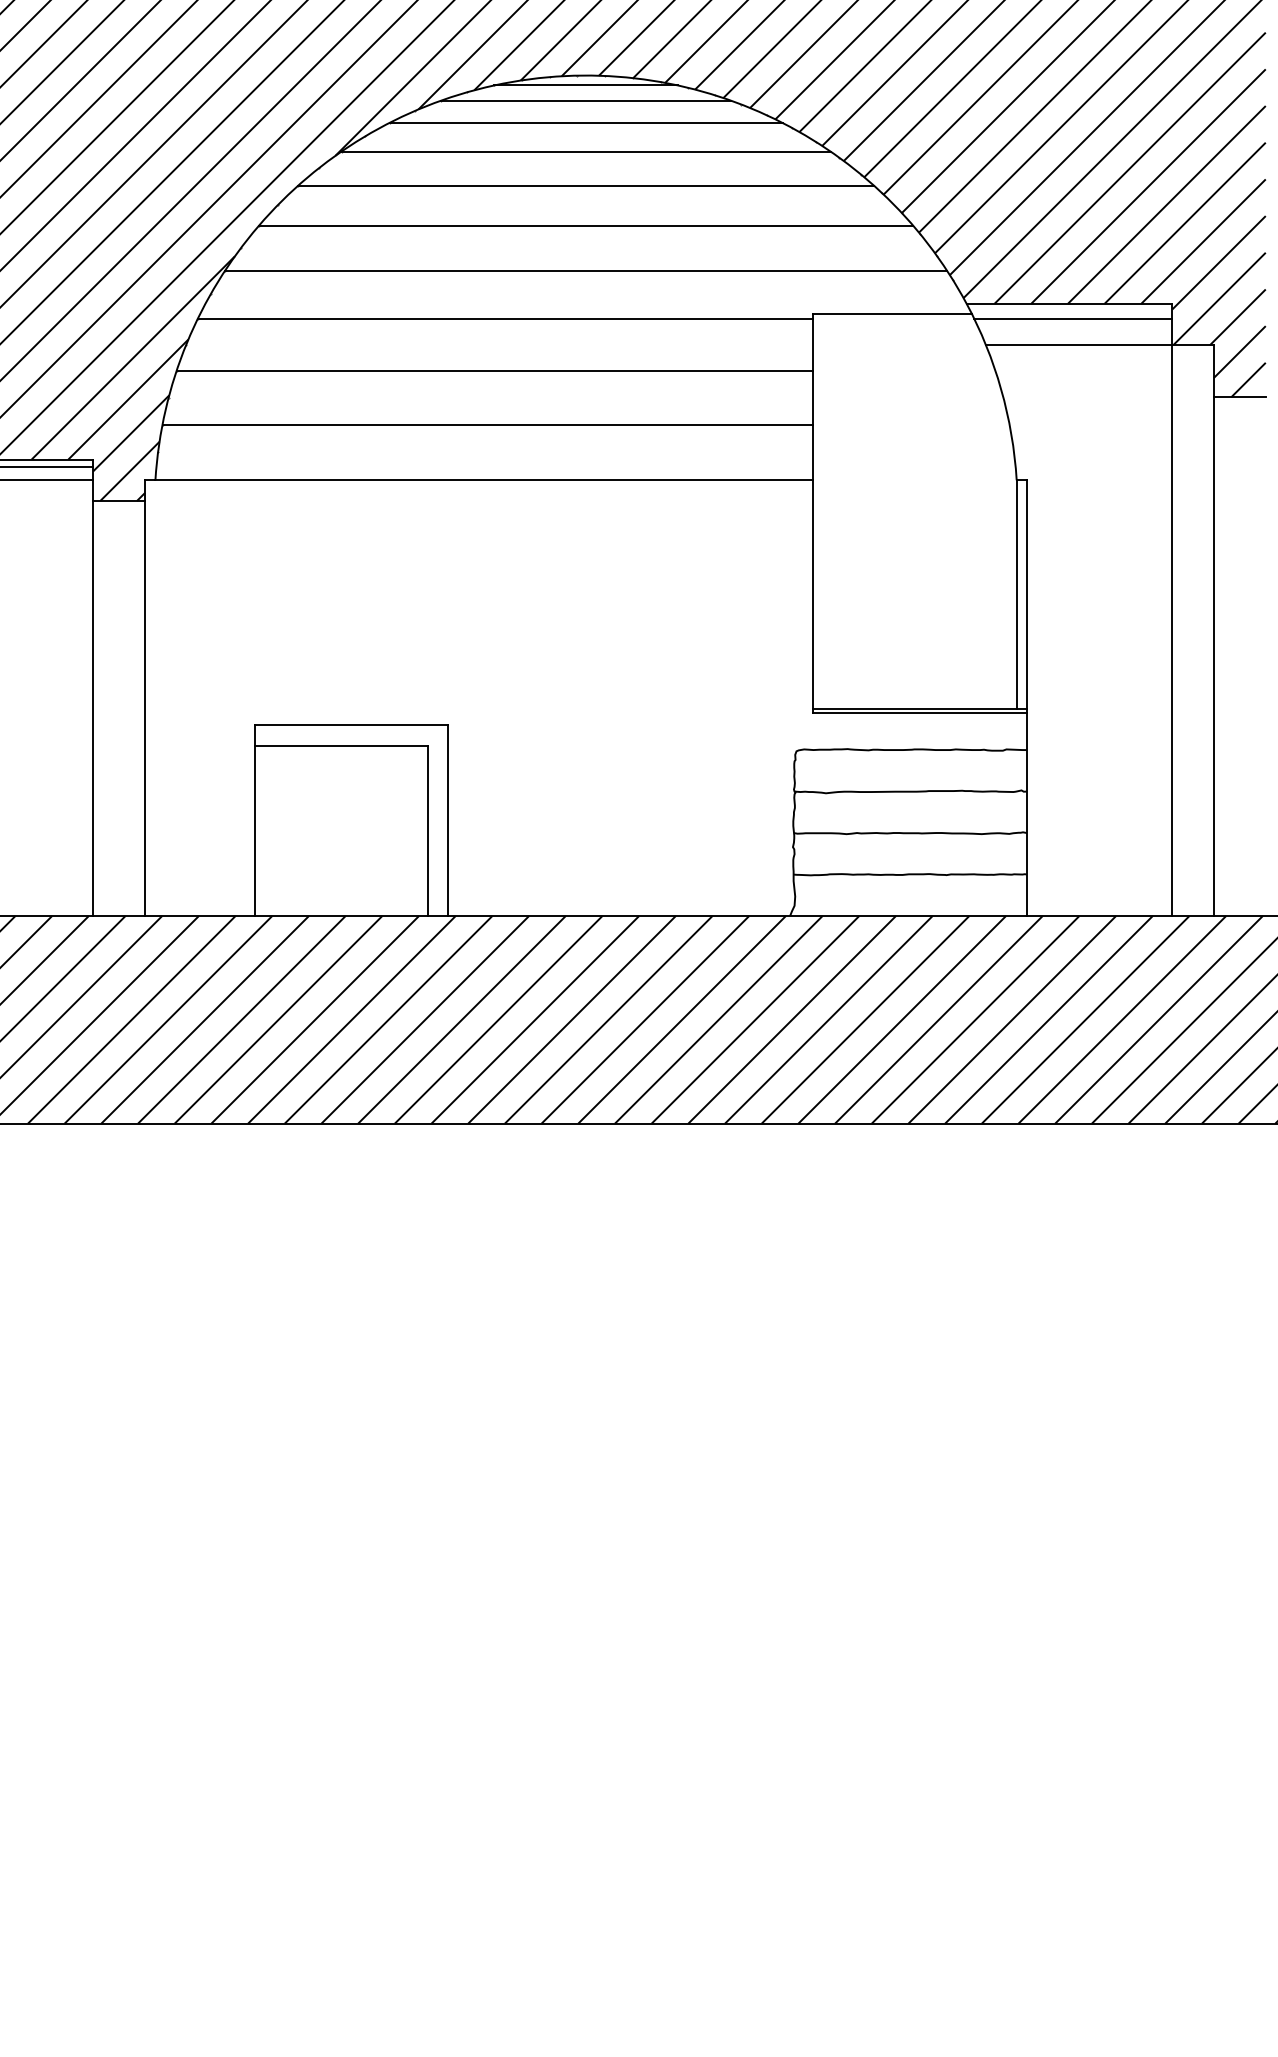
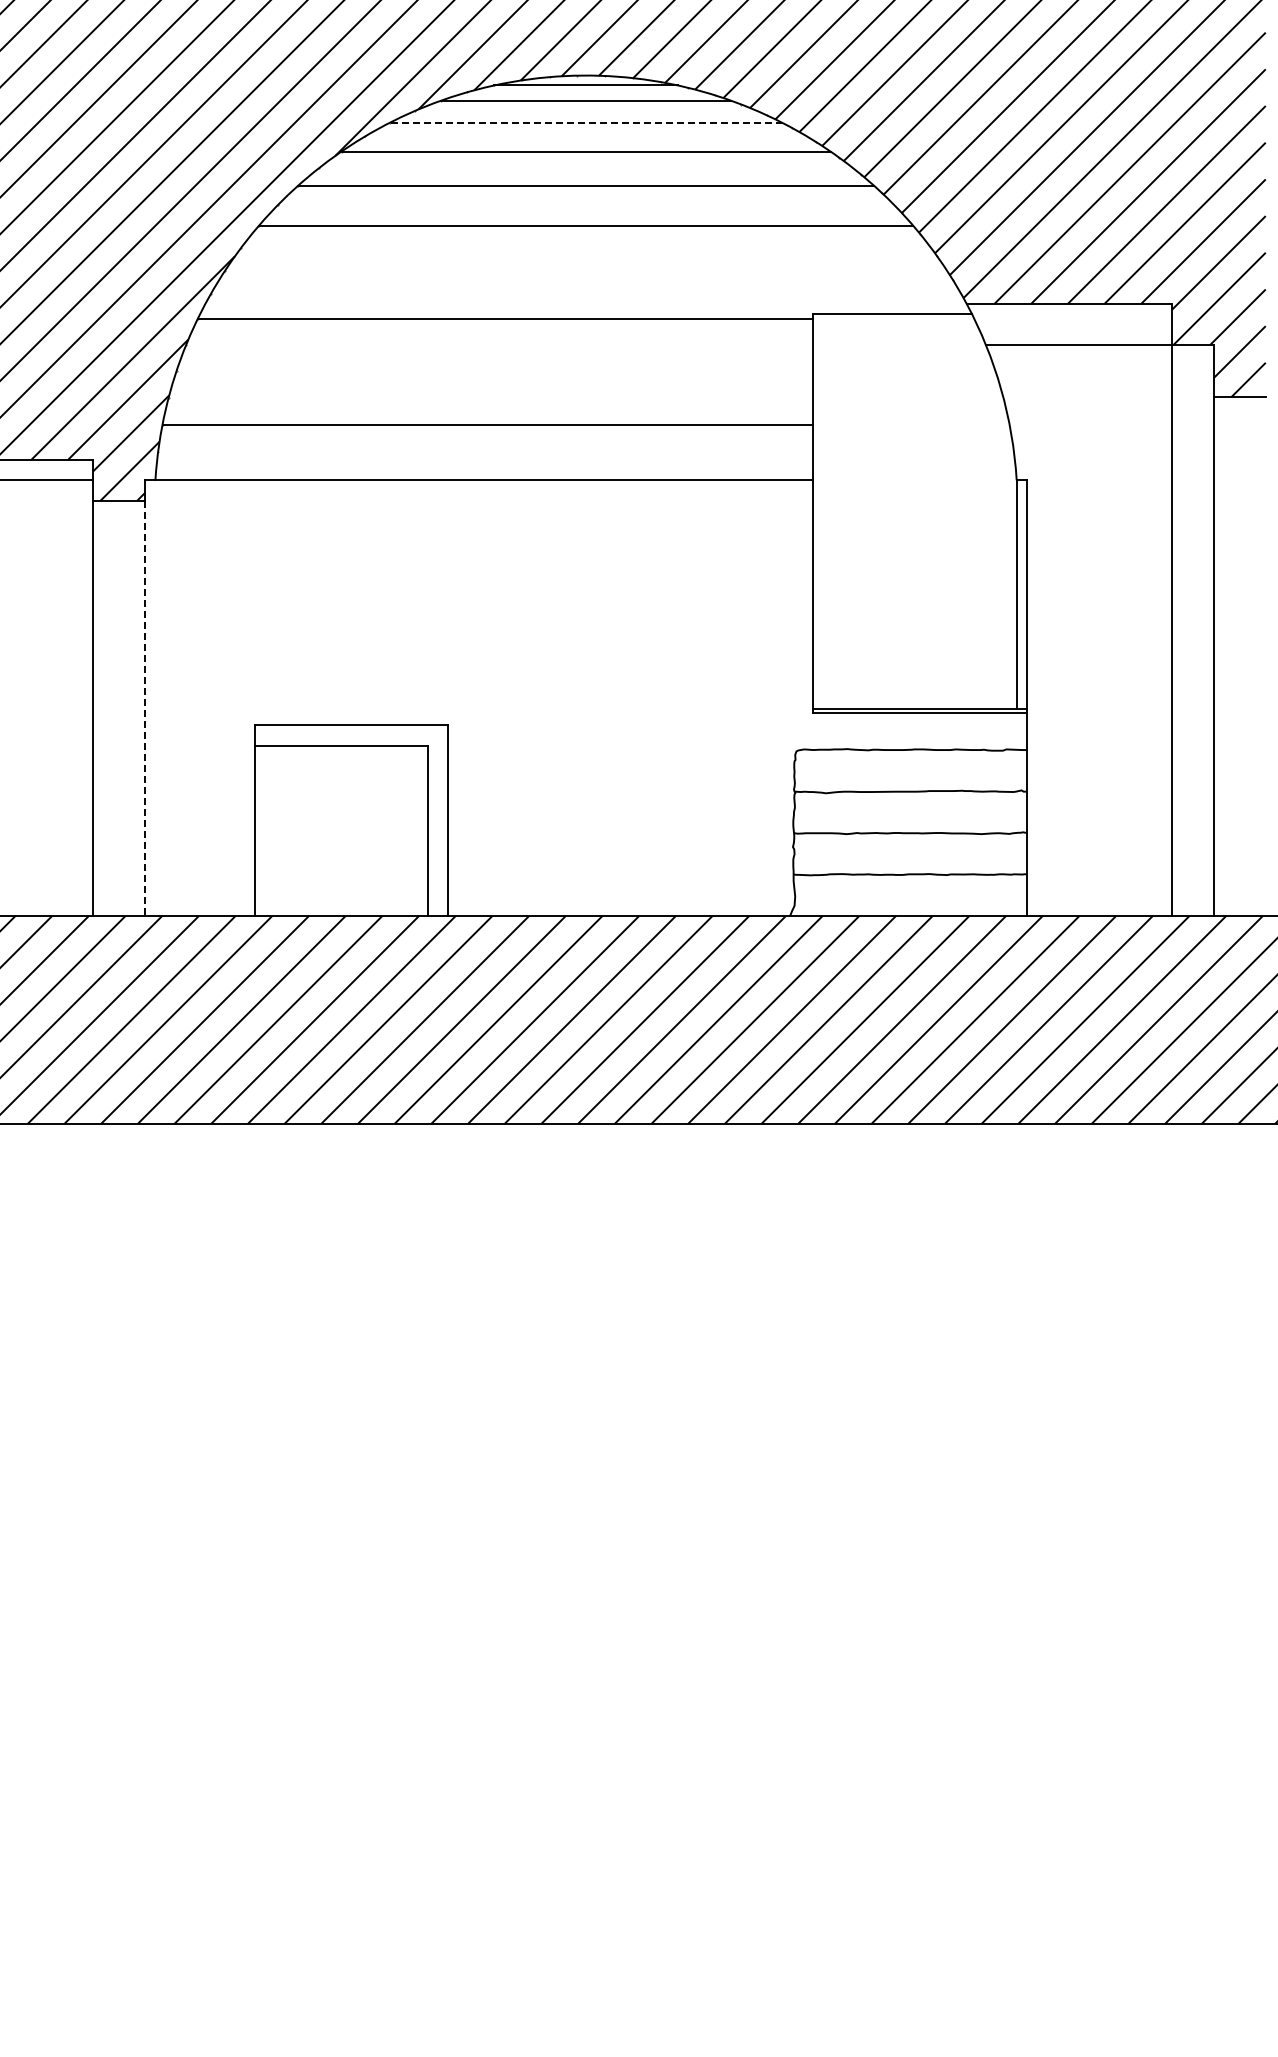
line at (586, 122): solid -> dashed
line at (585, 270): present -> none
line at (1073, 318): present -> none
line at (494, 370): present -> none
line at (47, 466): present -> none
line at (145, 708): solid -> dashed
